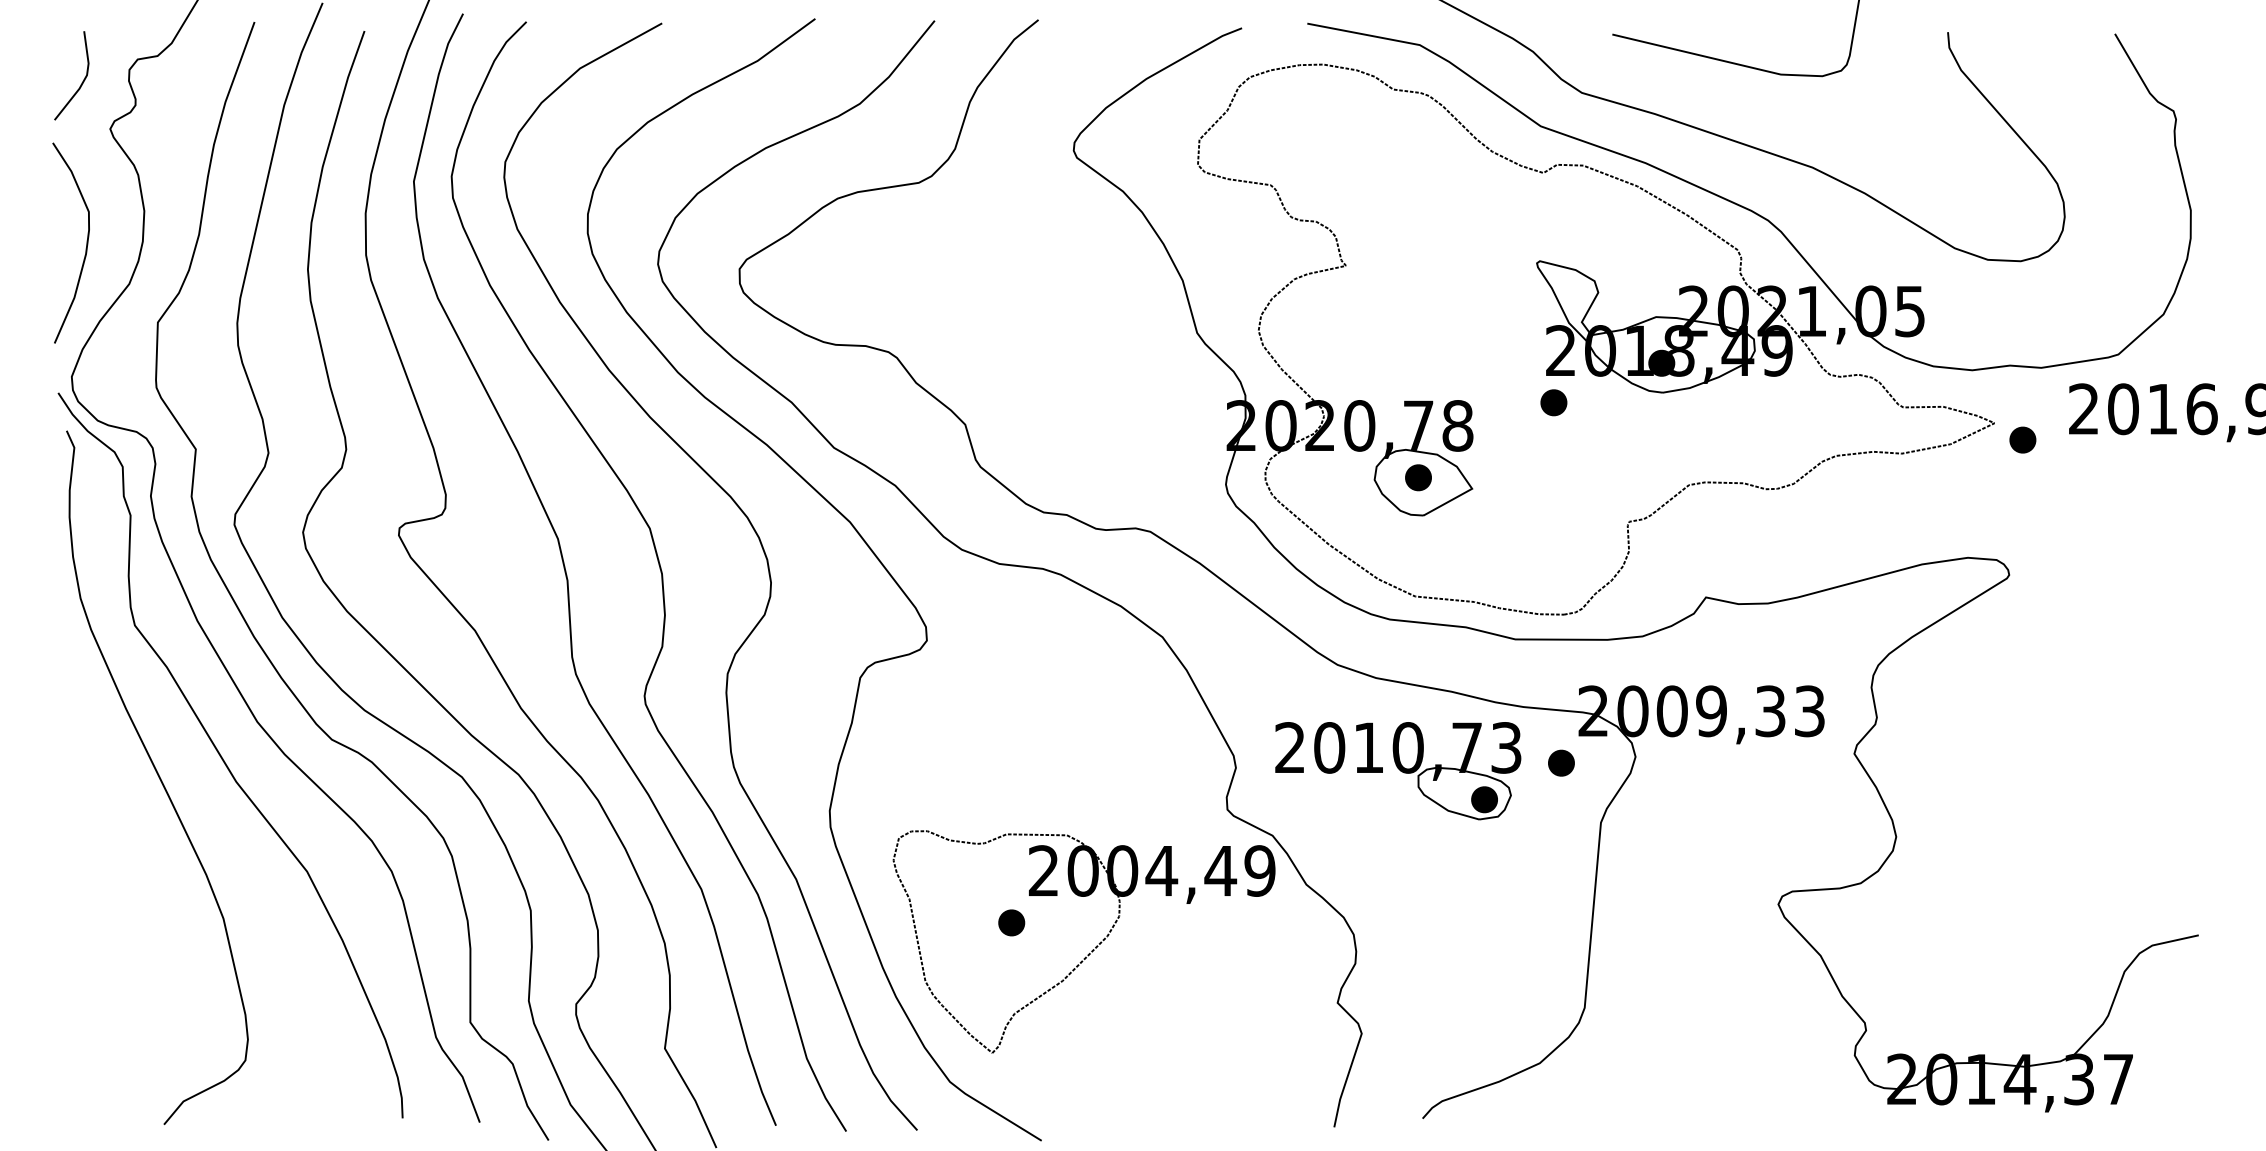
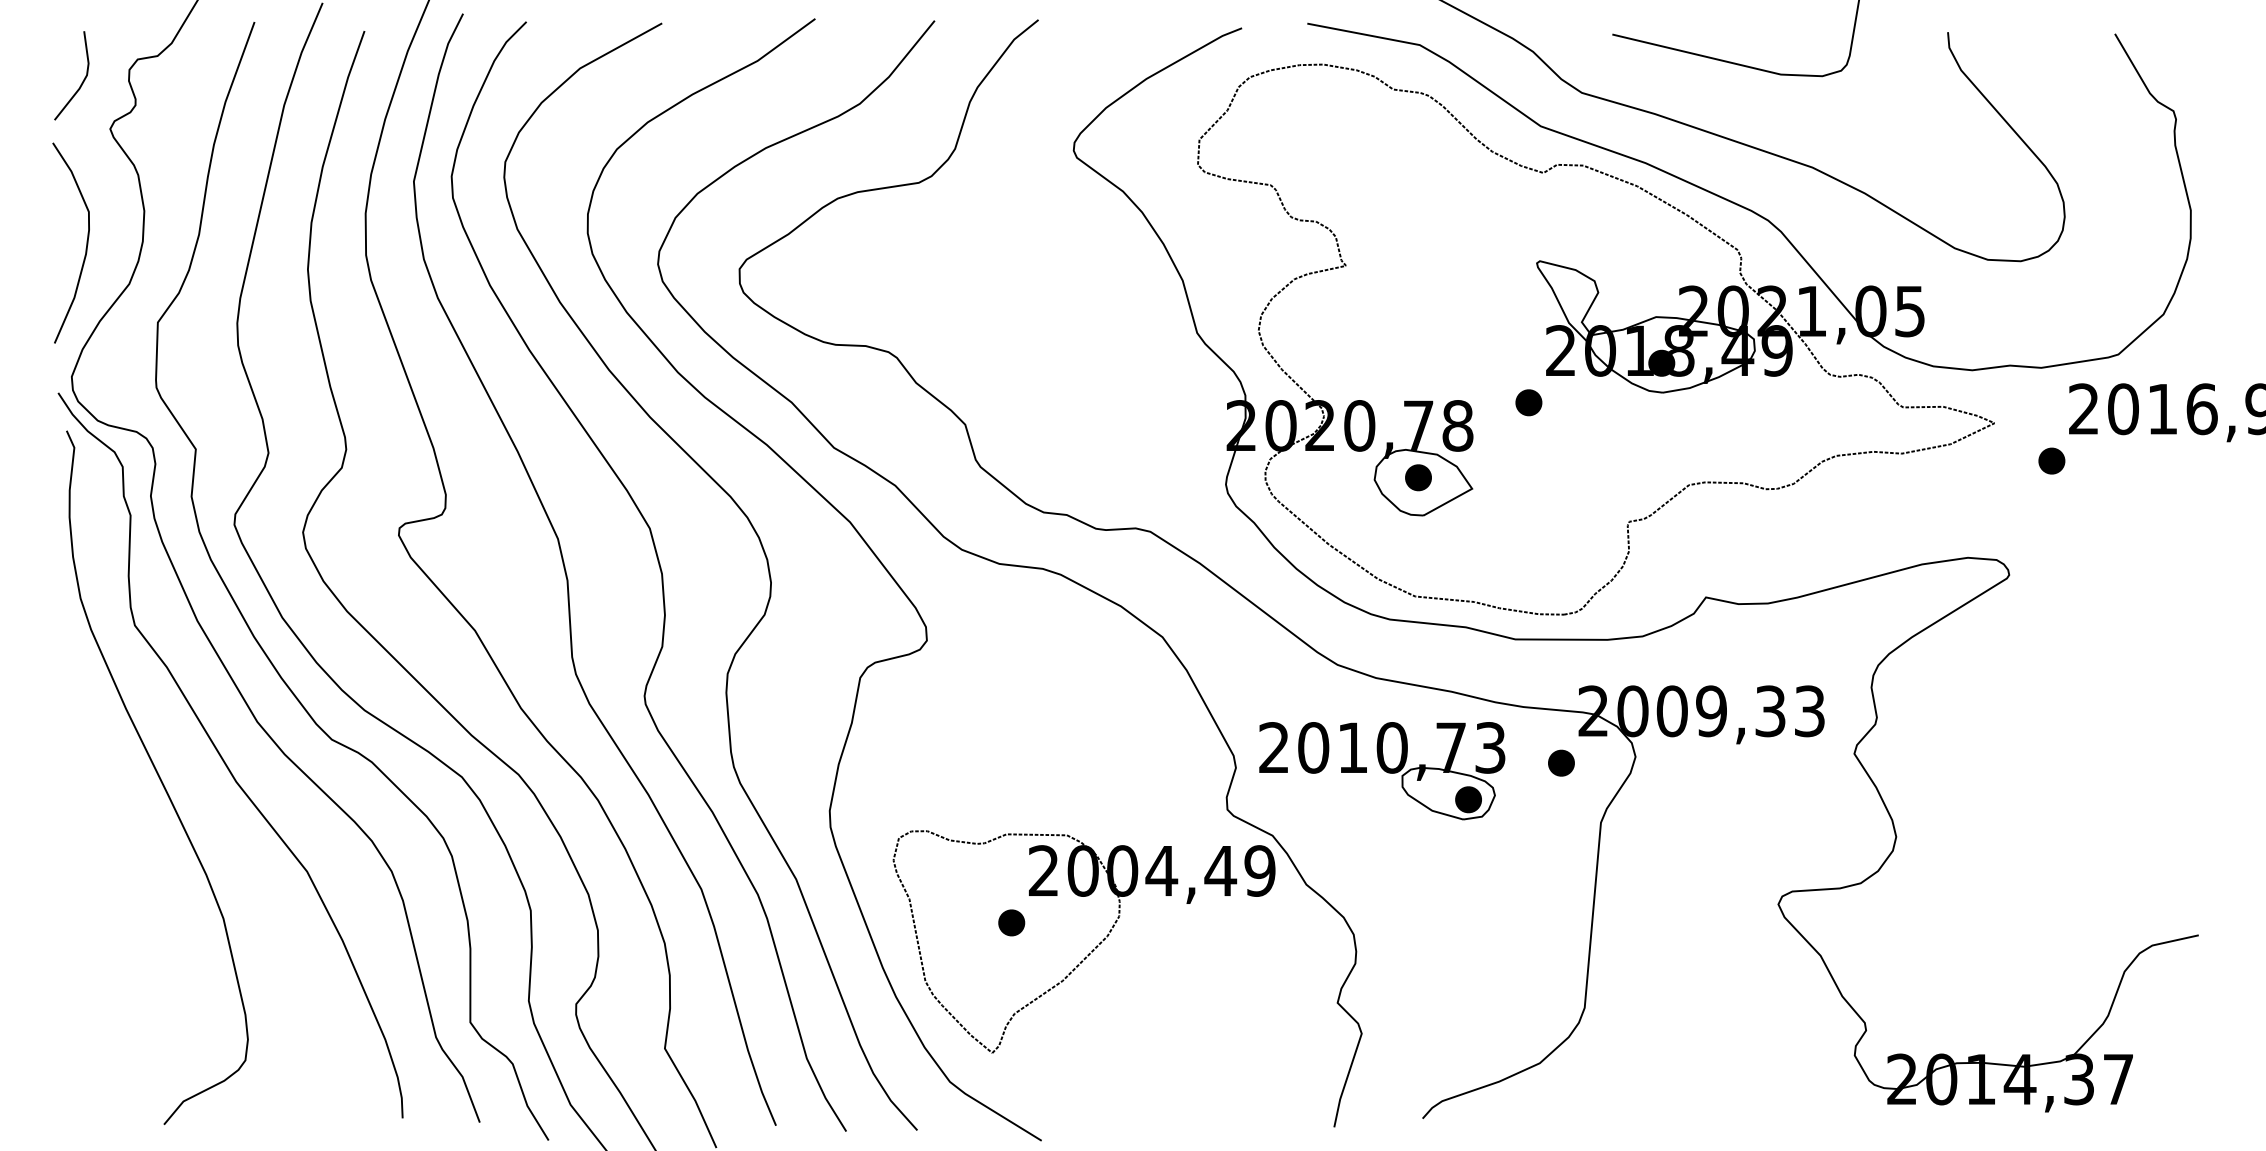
part at (1553, 402) position: (1553, 402) -> (1528, 402)
part at (2022, 439) position: (2022, 439) -> (2051, 460)
part at (1398, 771) position: (1398, 771) -> (1382, 771)
